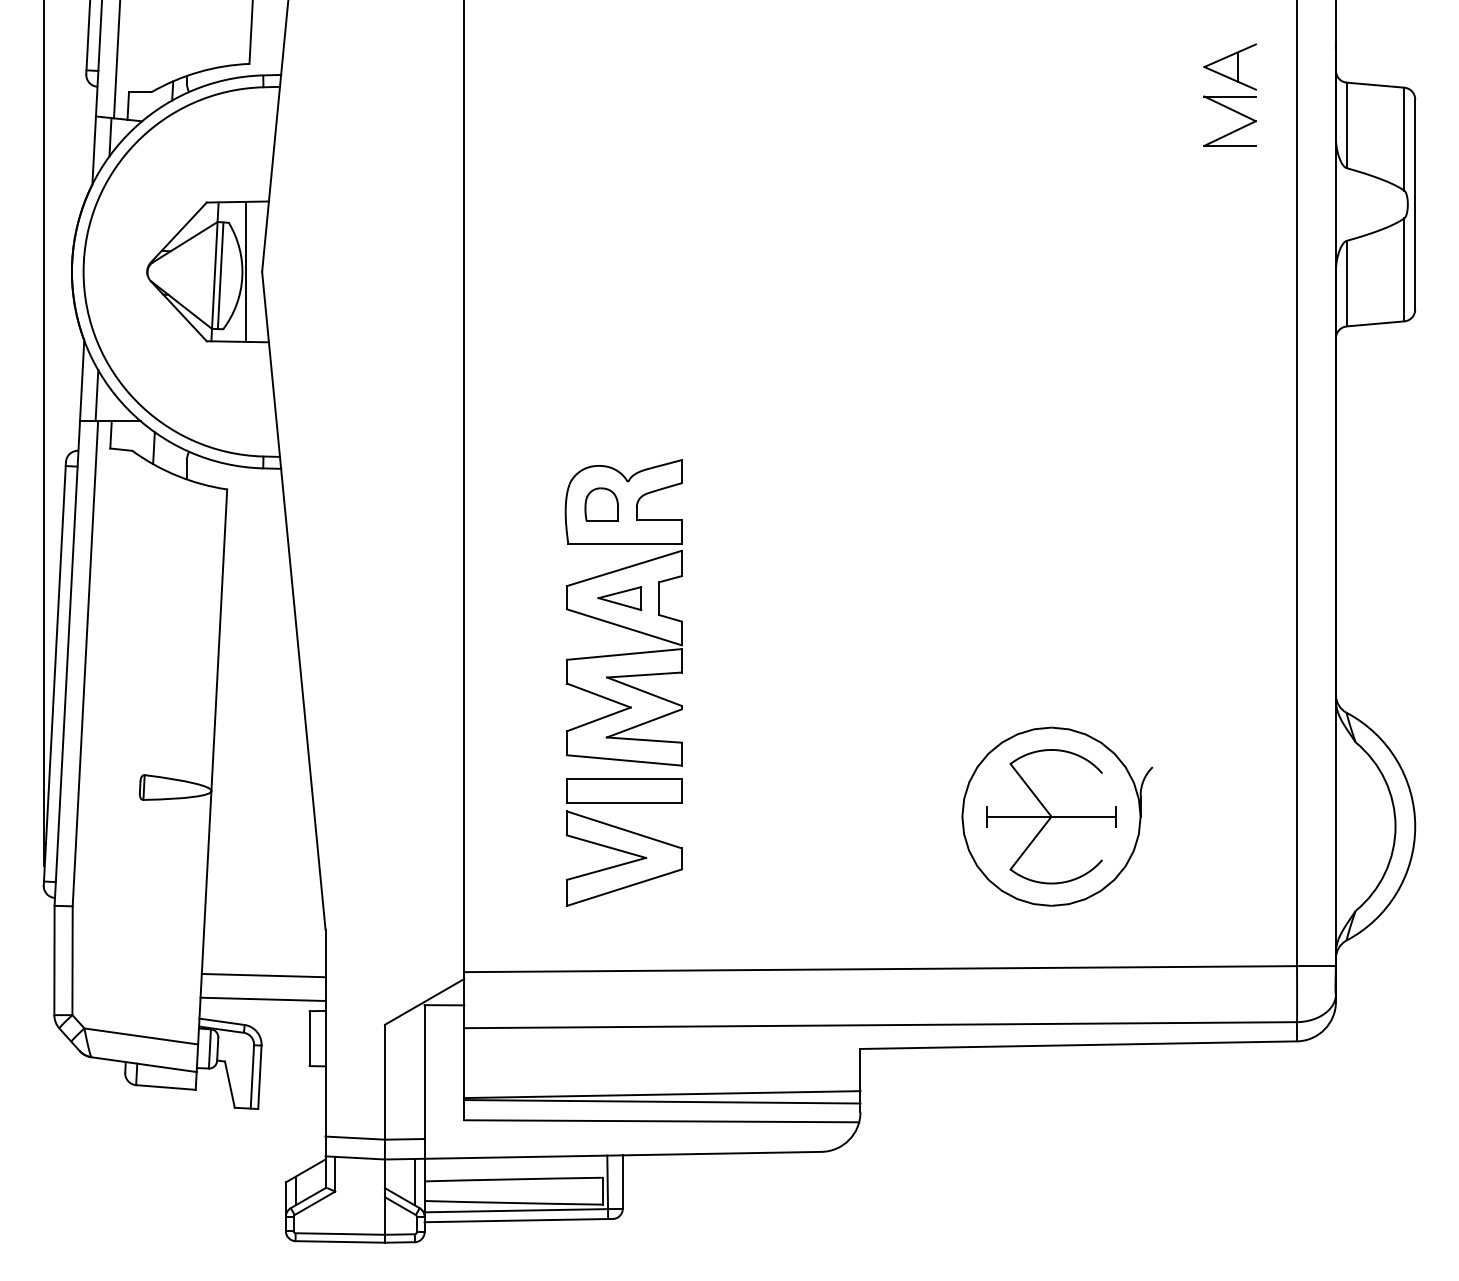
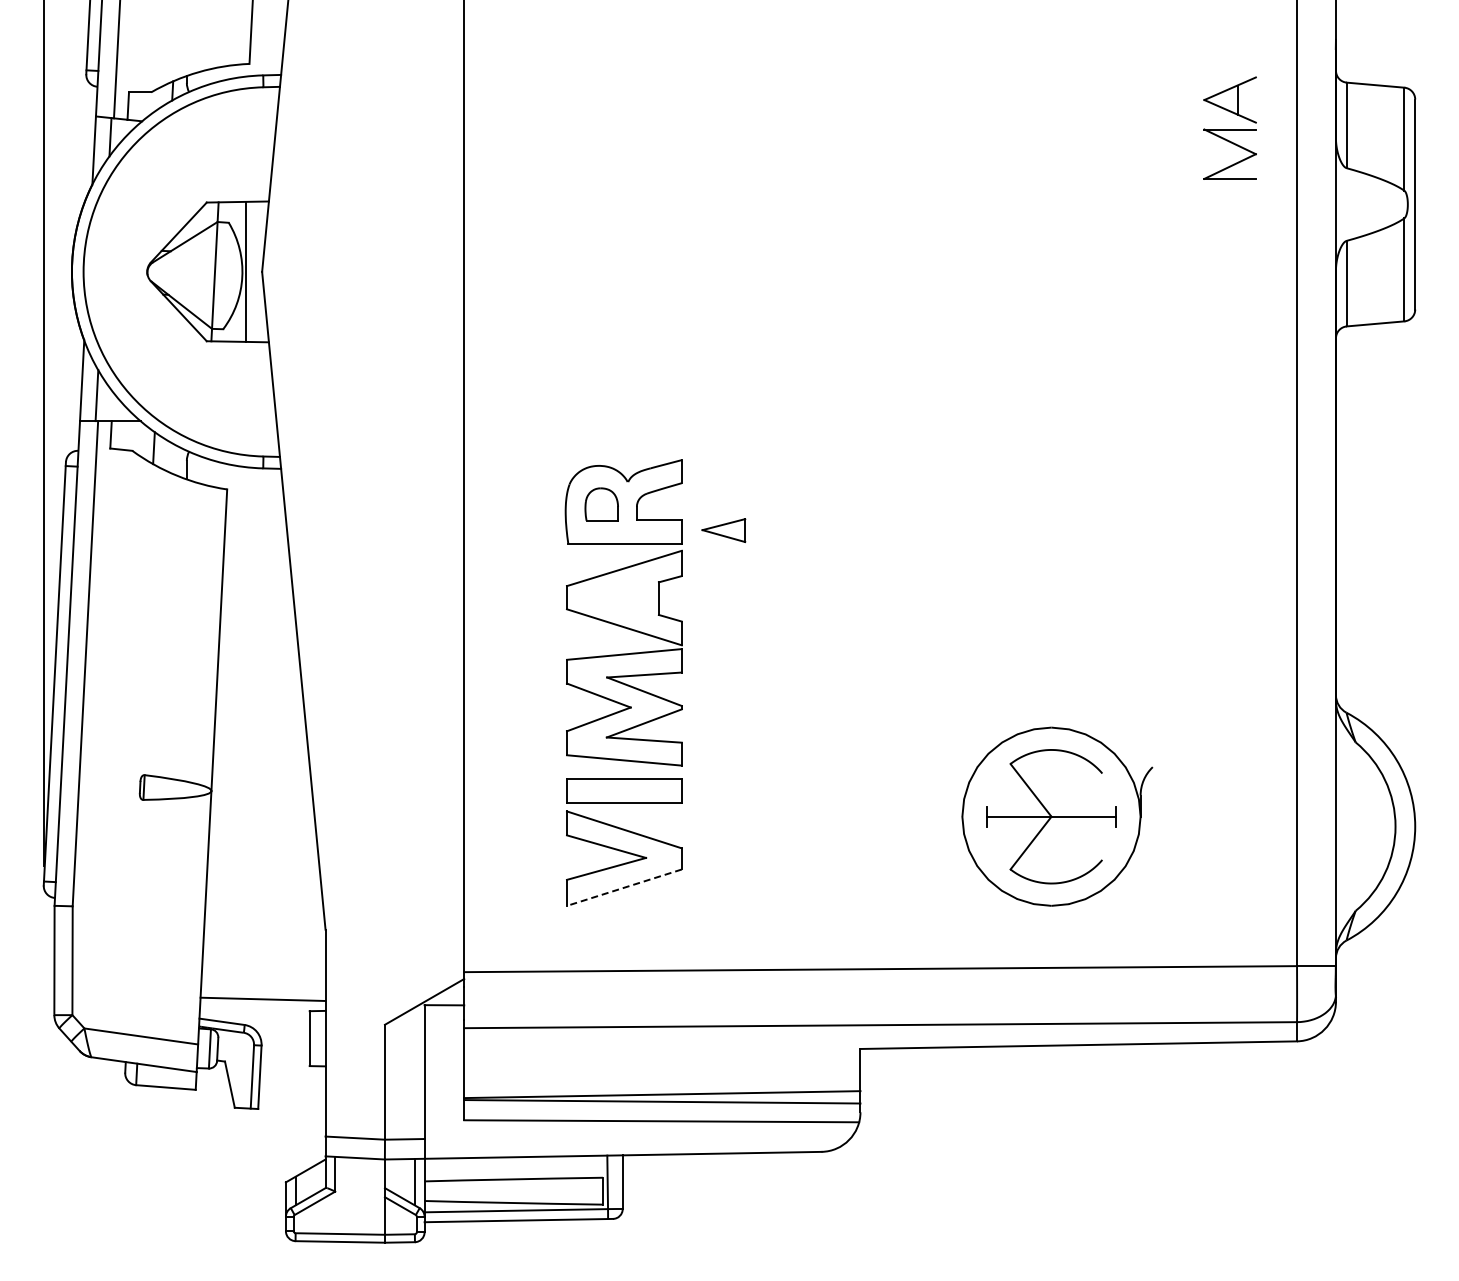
part at (1229, 94) position: (1229, 94) -> (1229, 127)
line at (220, 275): present -> none
part at (619, 598) position: (619, 598) -> (723, 530)
line at (623, 887): solid -> dashed
line at (263, 975): present -> none
